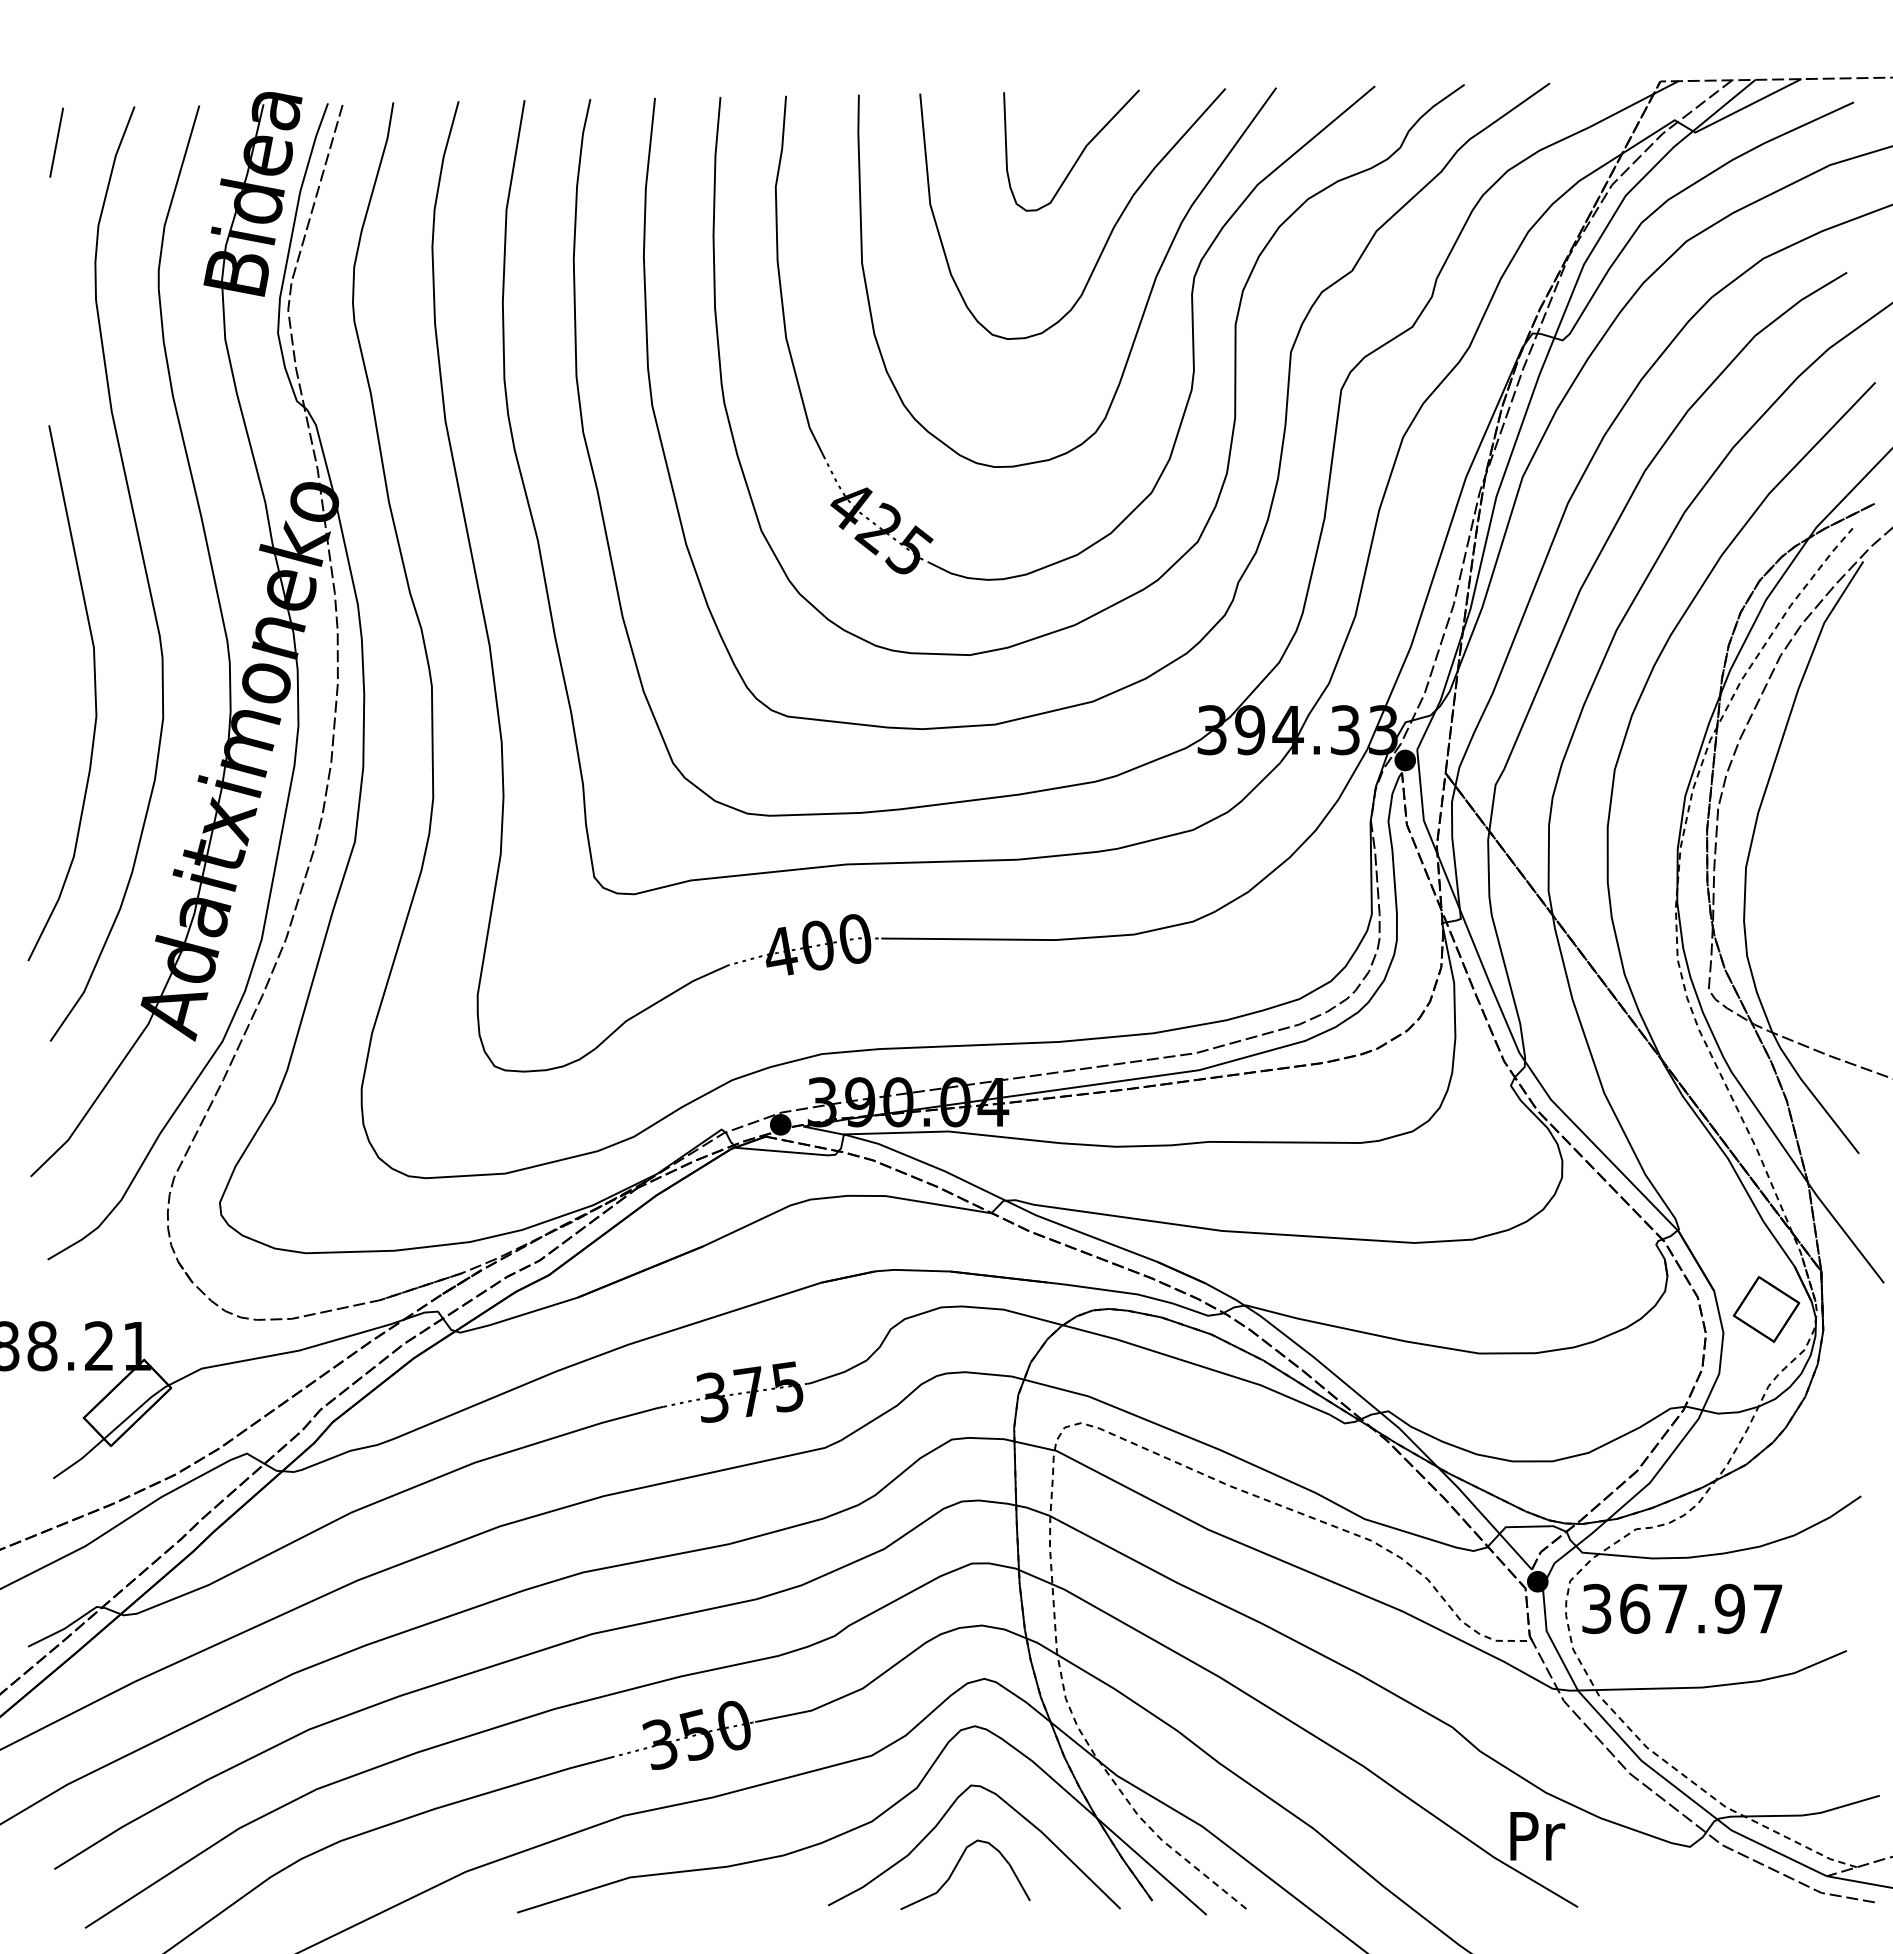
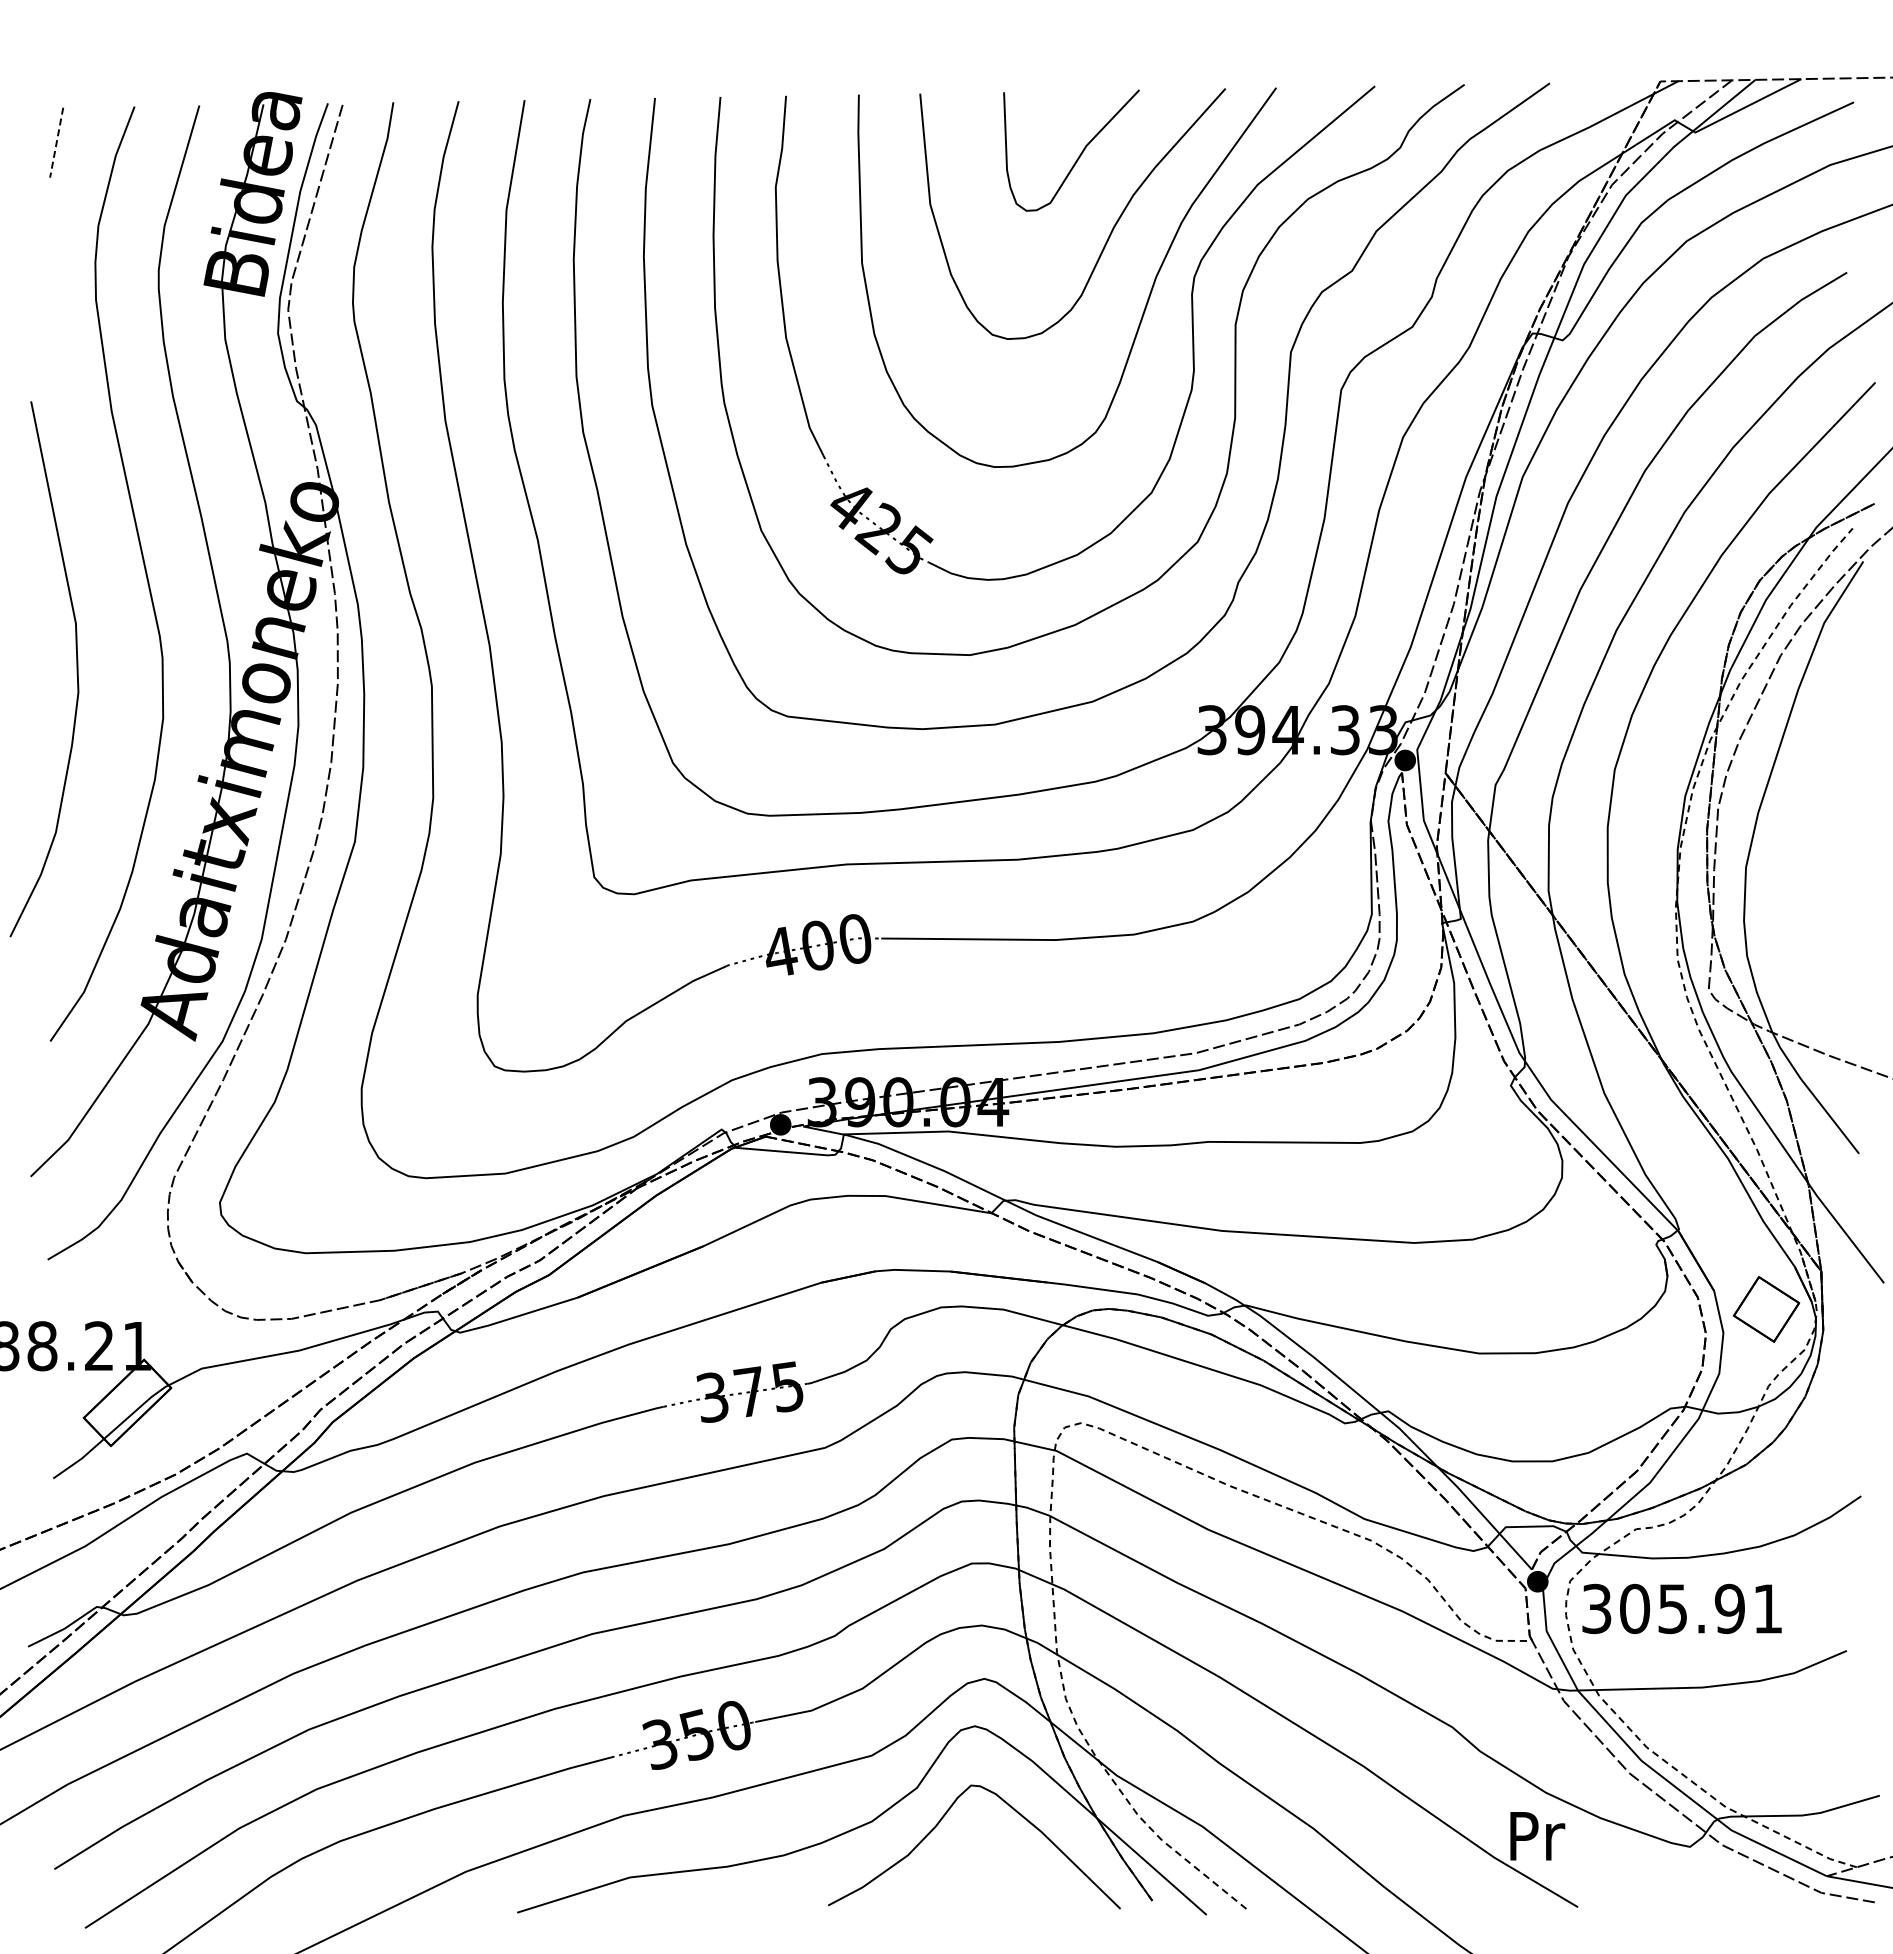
line at (56, 142): solid -> dashed
curve at (94, 693) position: (94, 693) -> (76, 669)
text at (1701, 1608): 367.97 -> 305.91
curve at (955, 1869): present -> none
